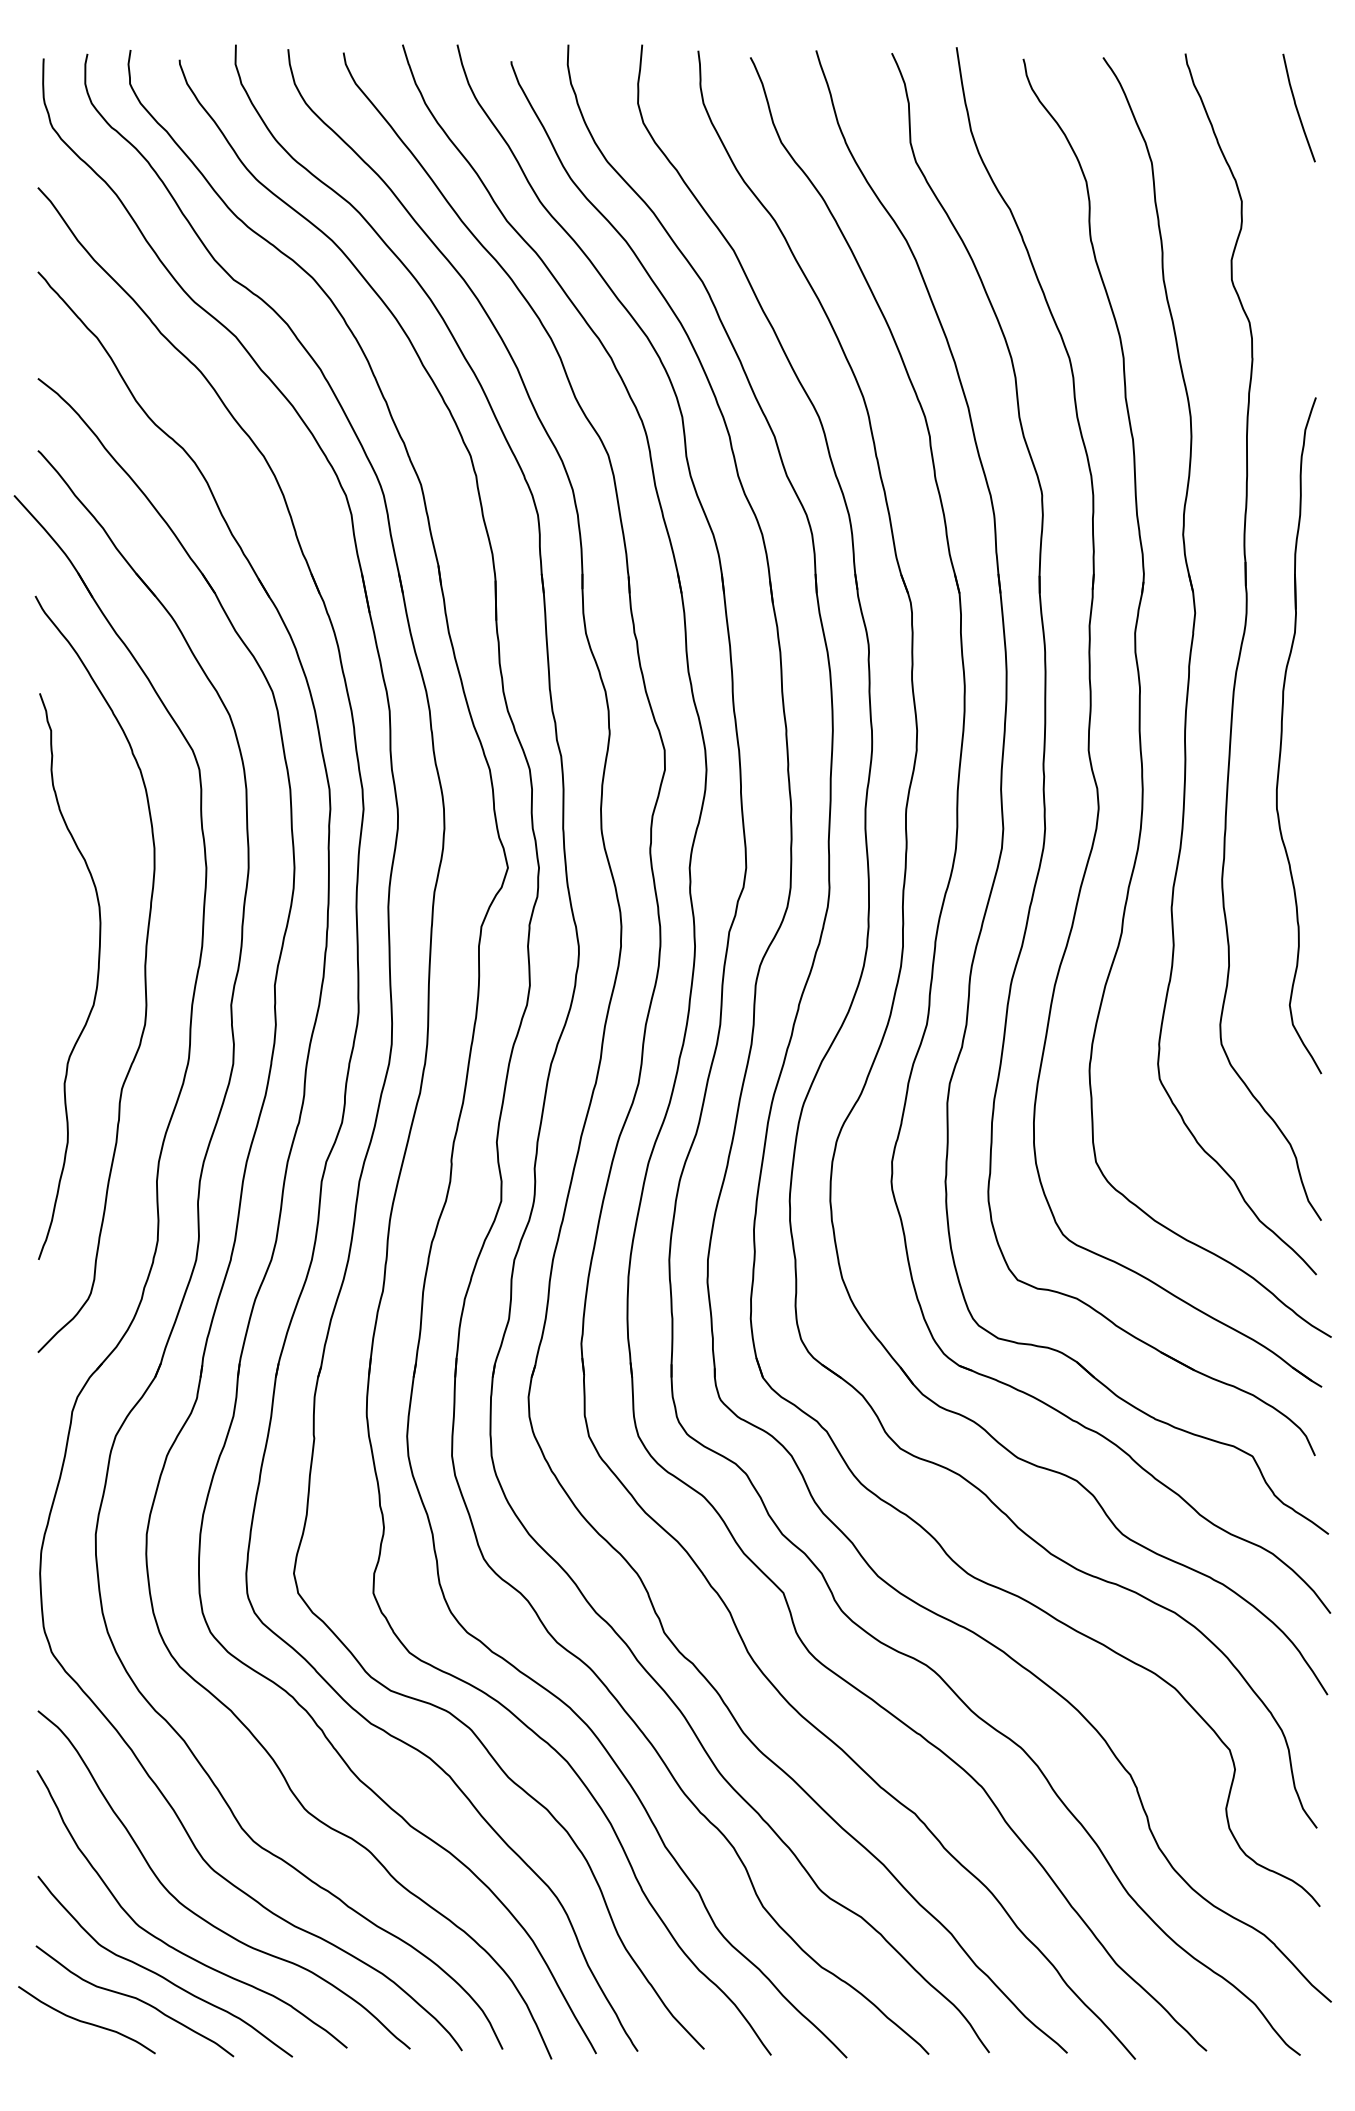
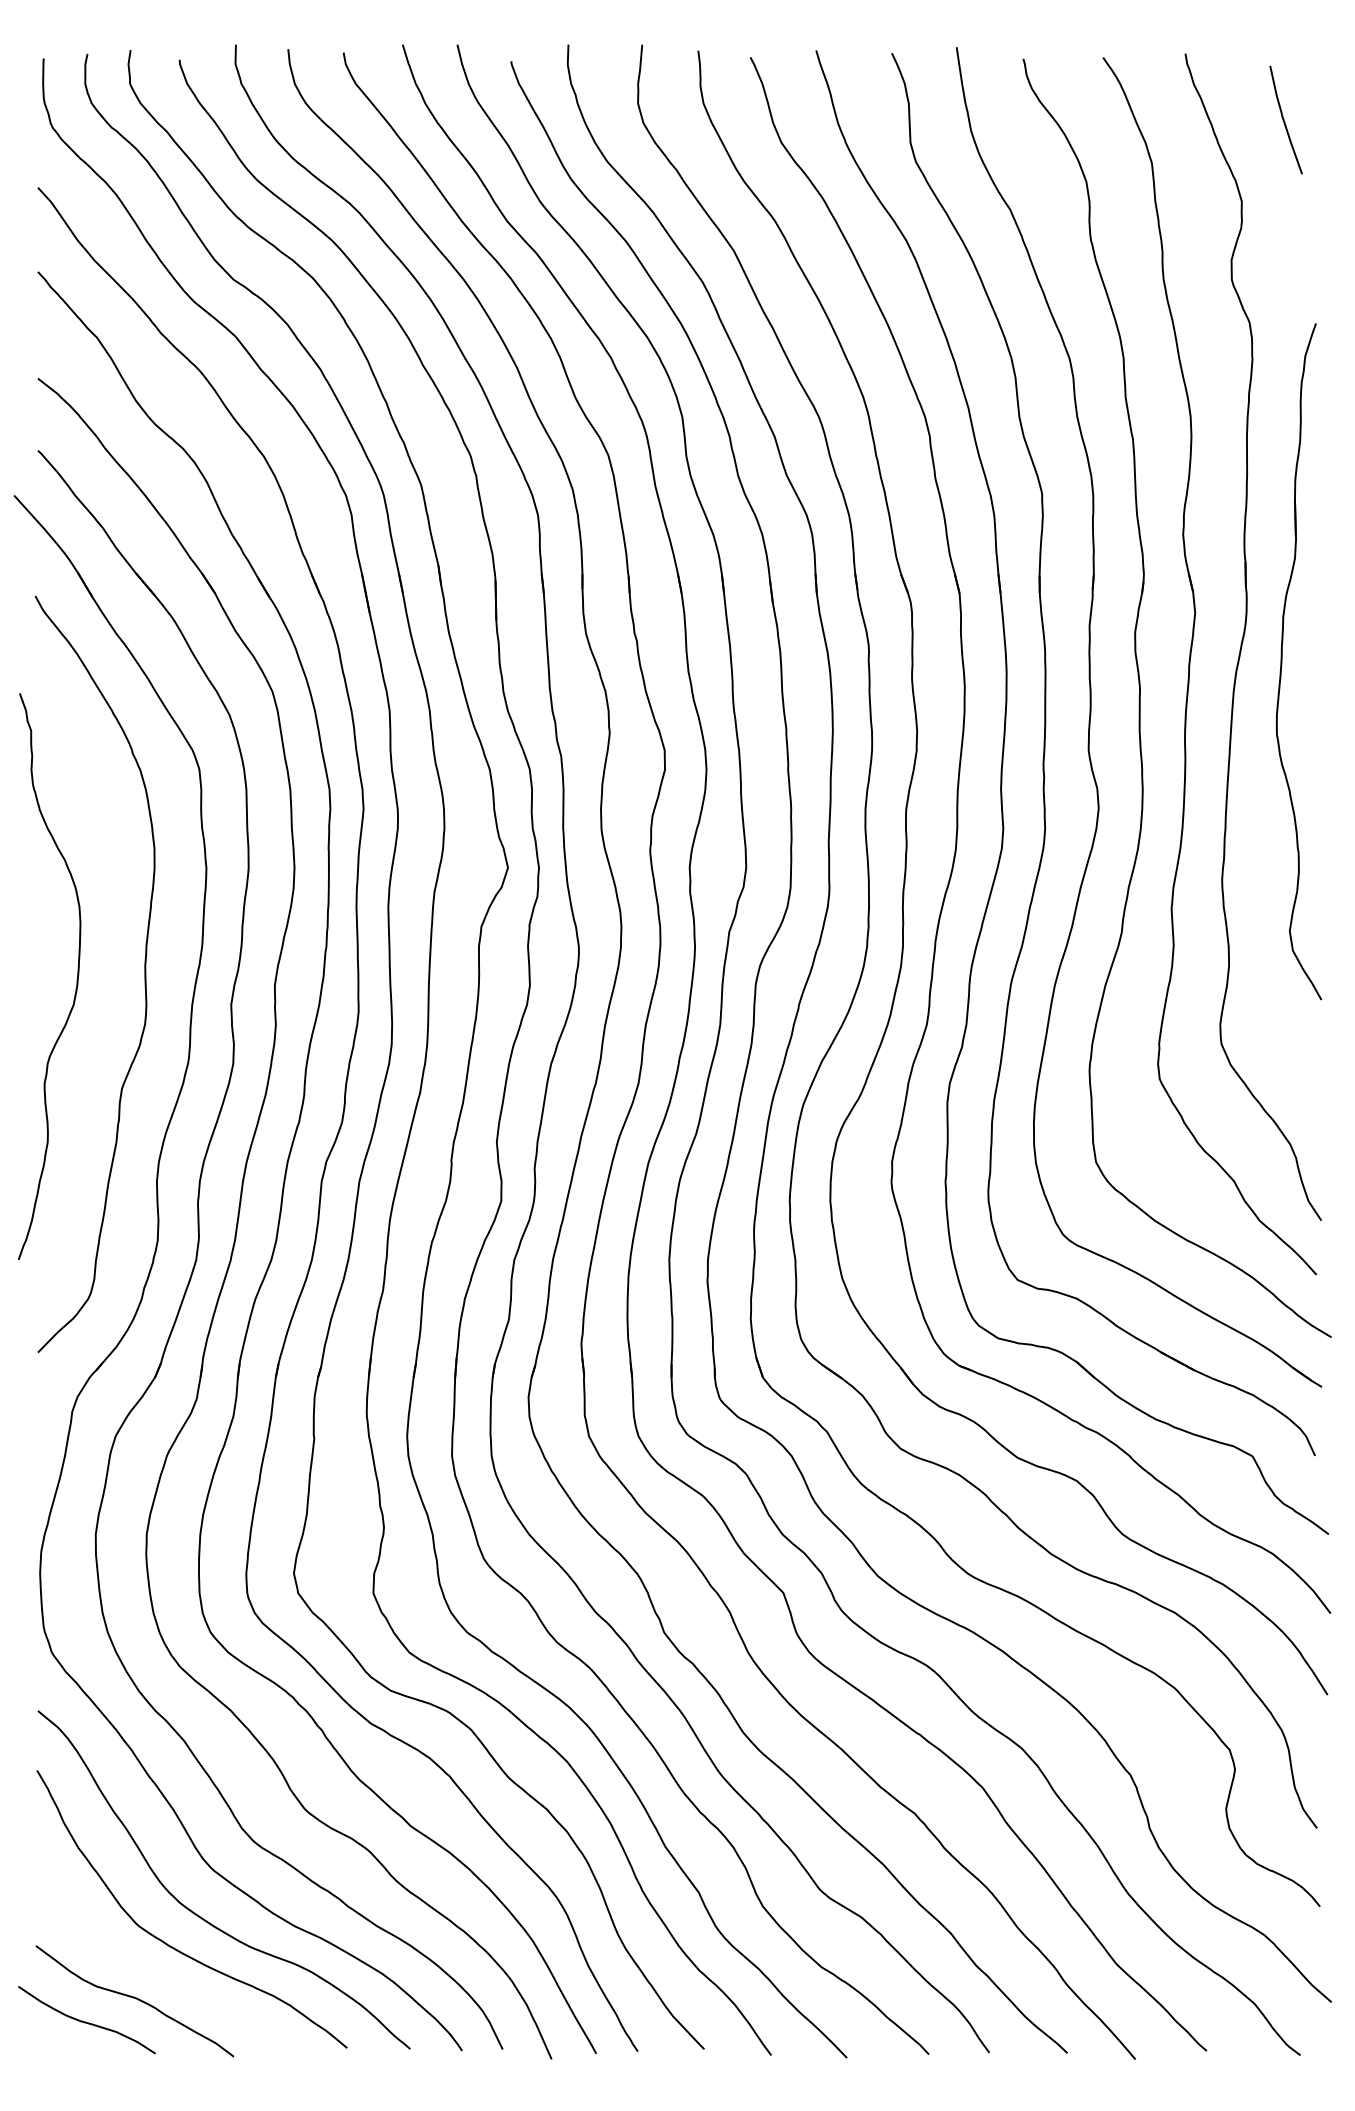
curve at (1297, 107) position: (1297, 107) -> (1284, 119)
part at (1282, 735) position: (1282, 735) -> (1282, 661)
curve at (96, 979) position: (96, 979) -> (76, 979)
curve at (161, 1975): present -> none
